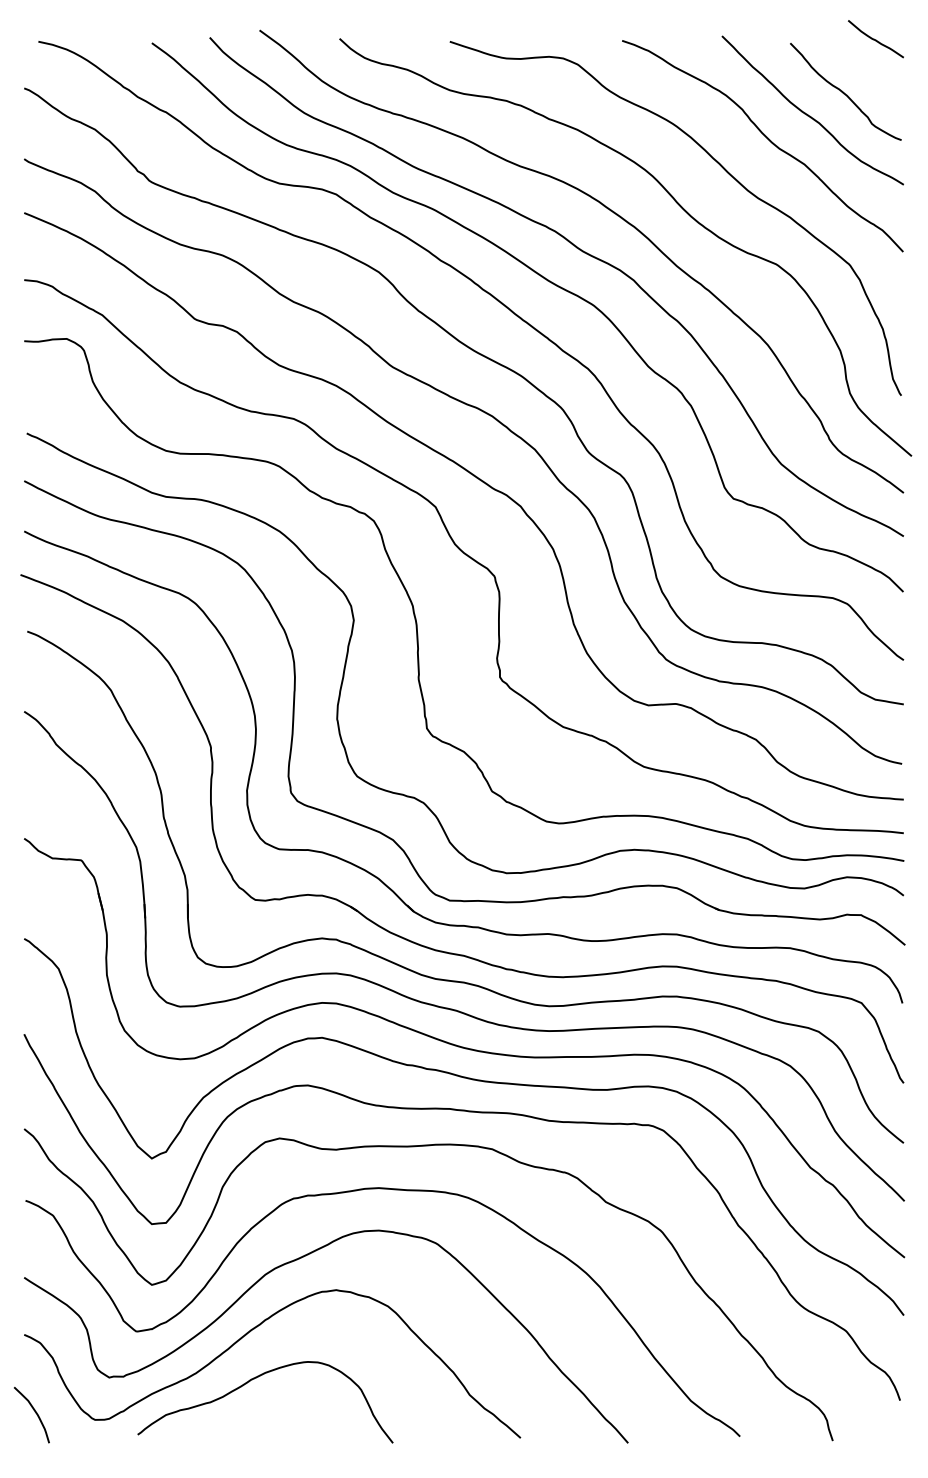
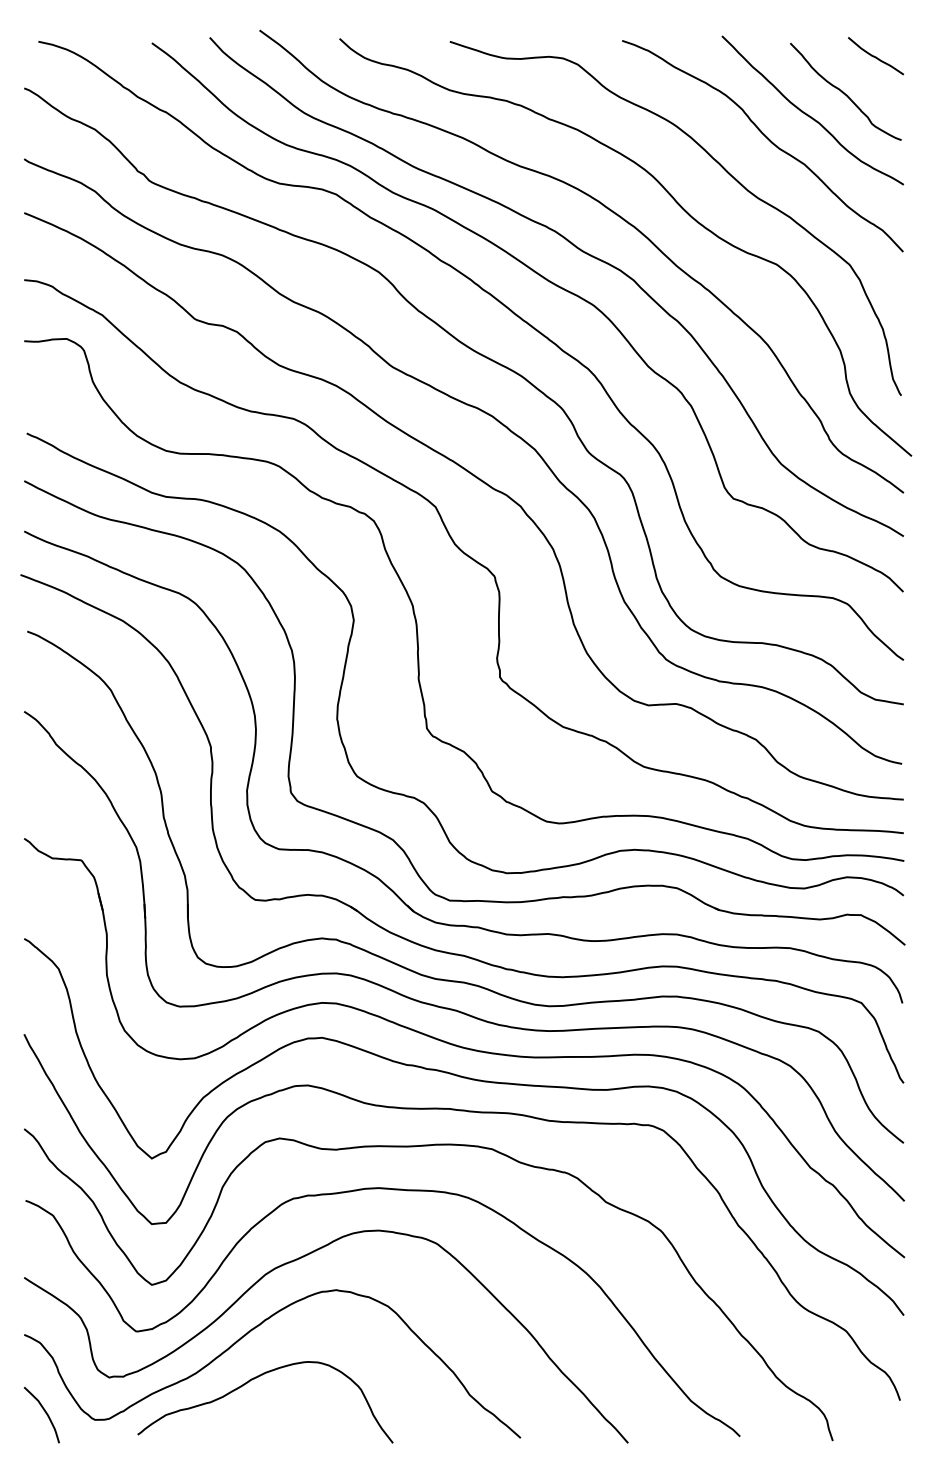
curve at (875, 39) position: (875, 39) -> (875, 56)
curve at (35, 1413) position: (35, 1413) -> (45, 1413)
